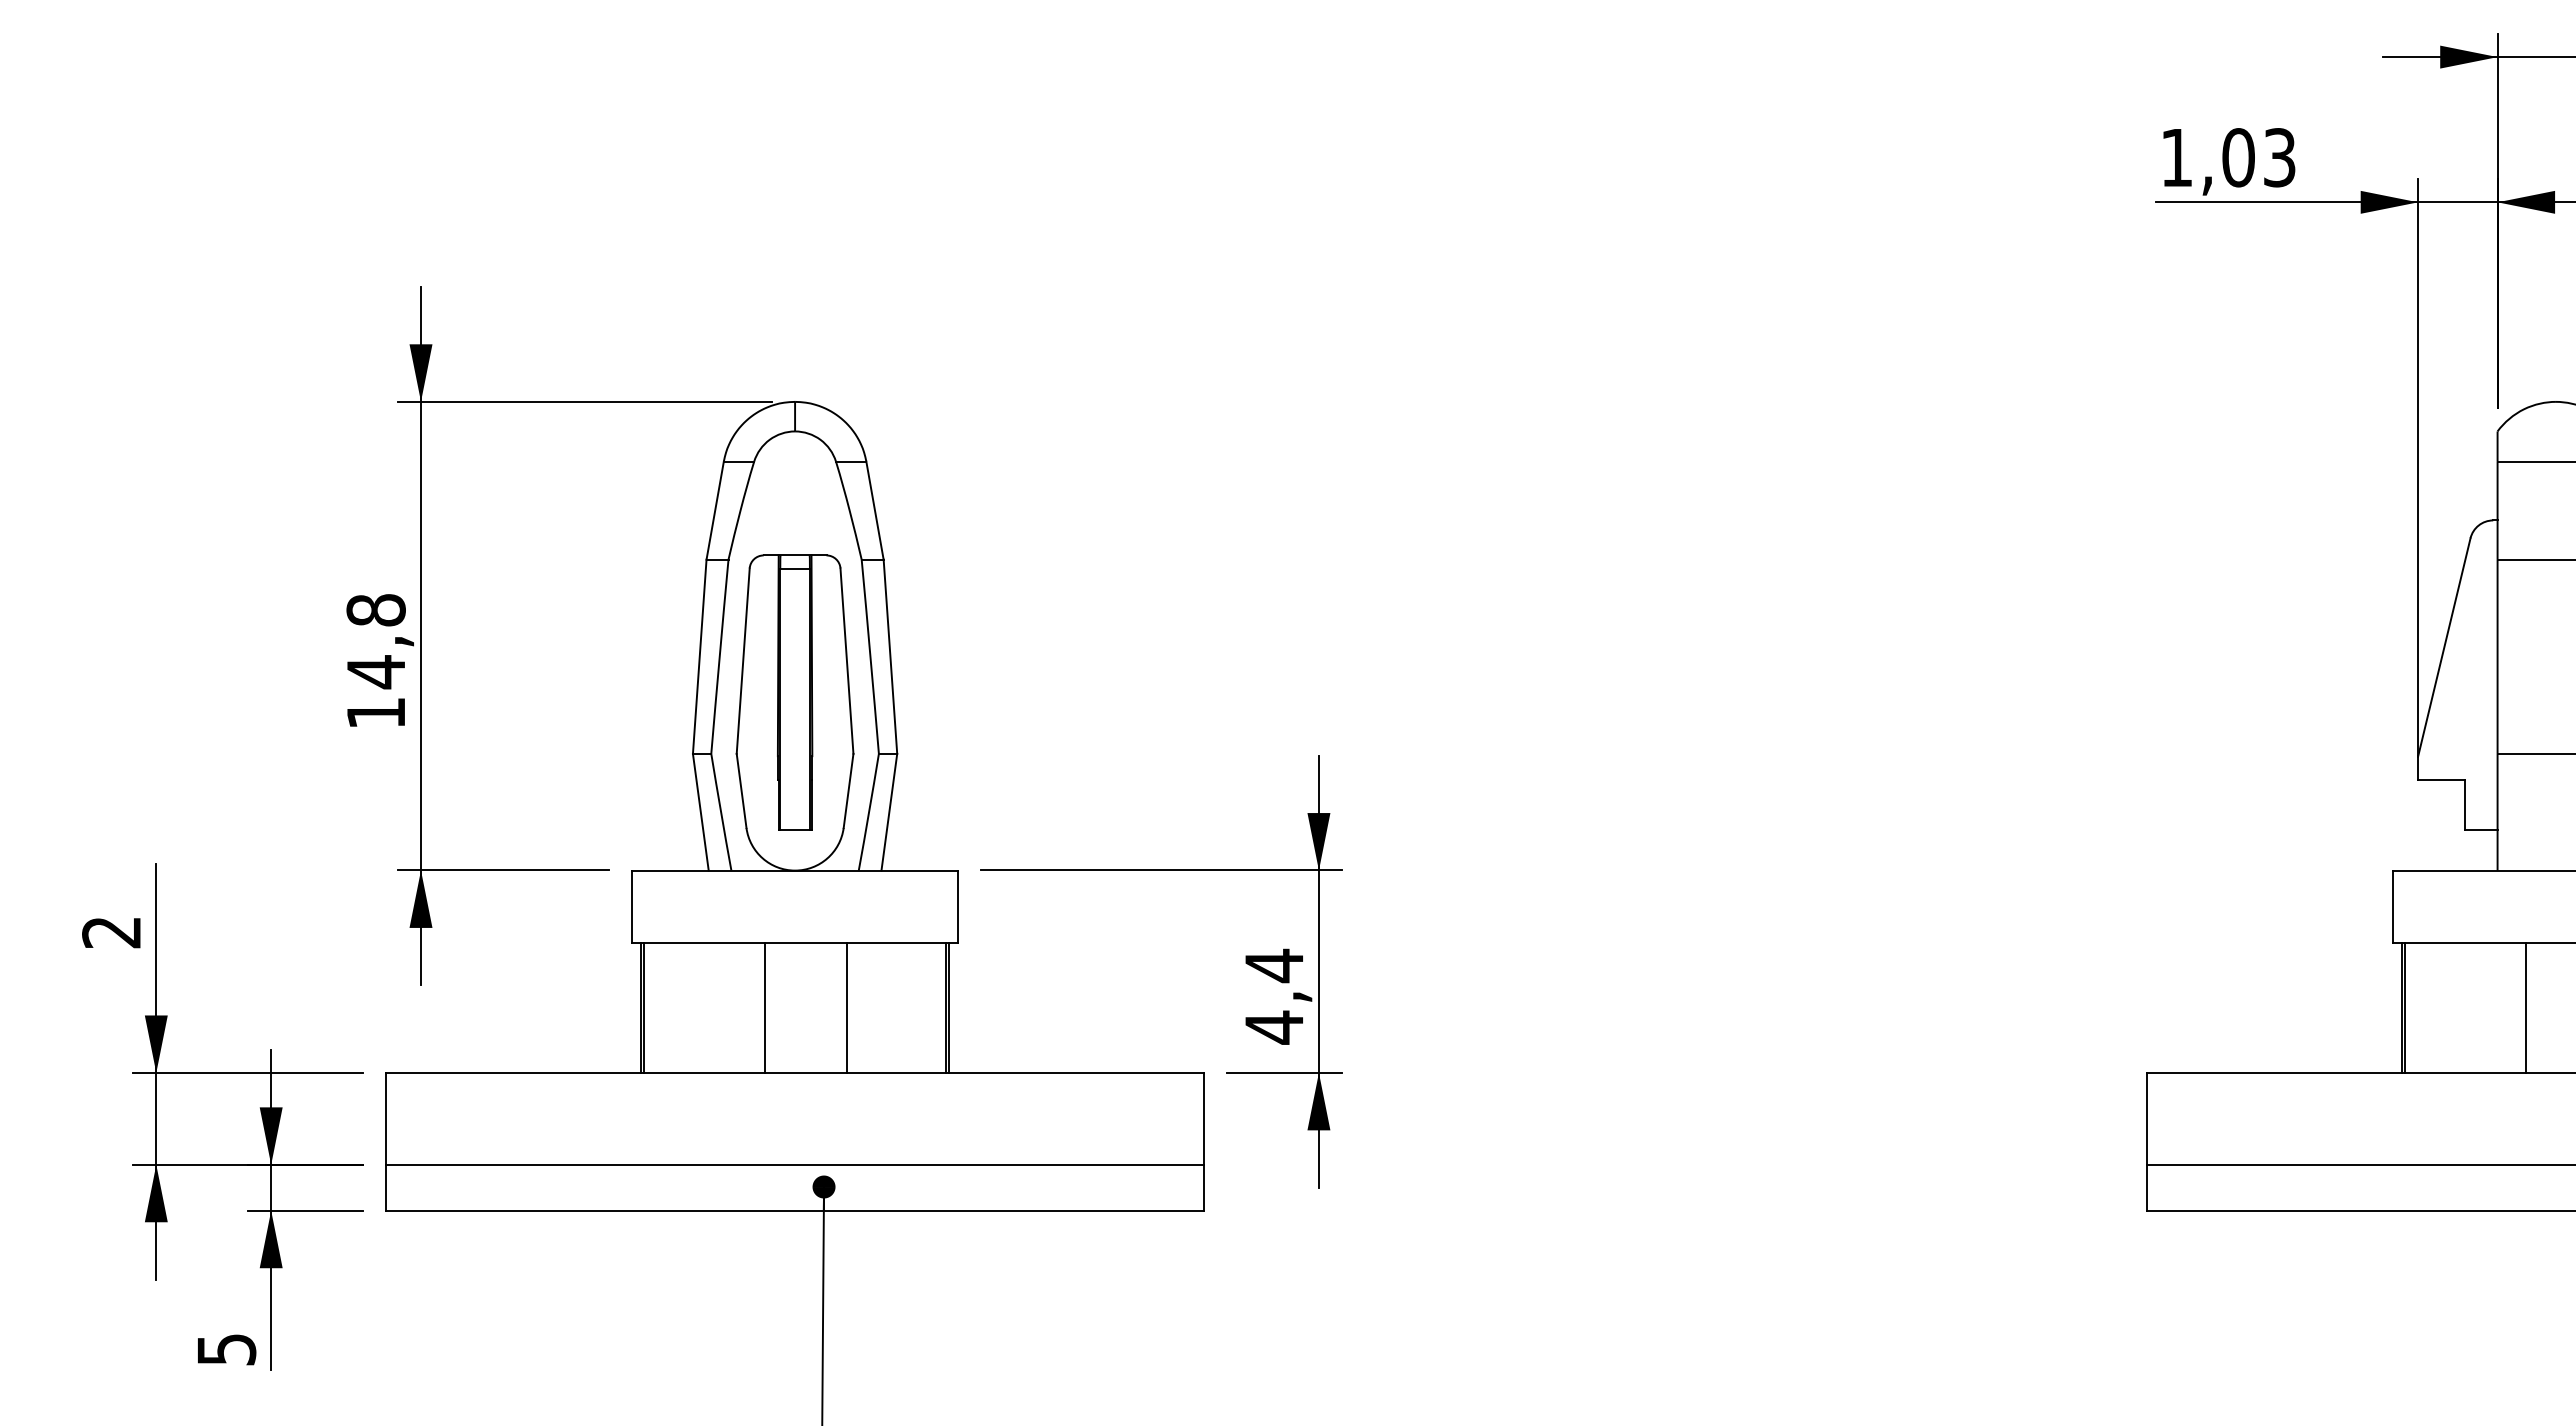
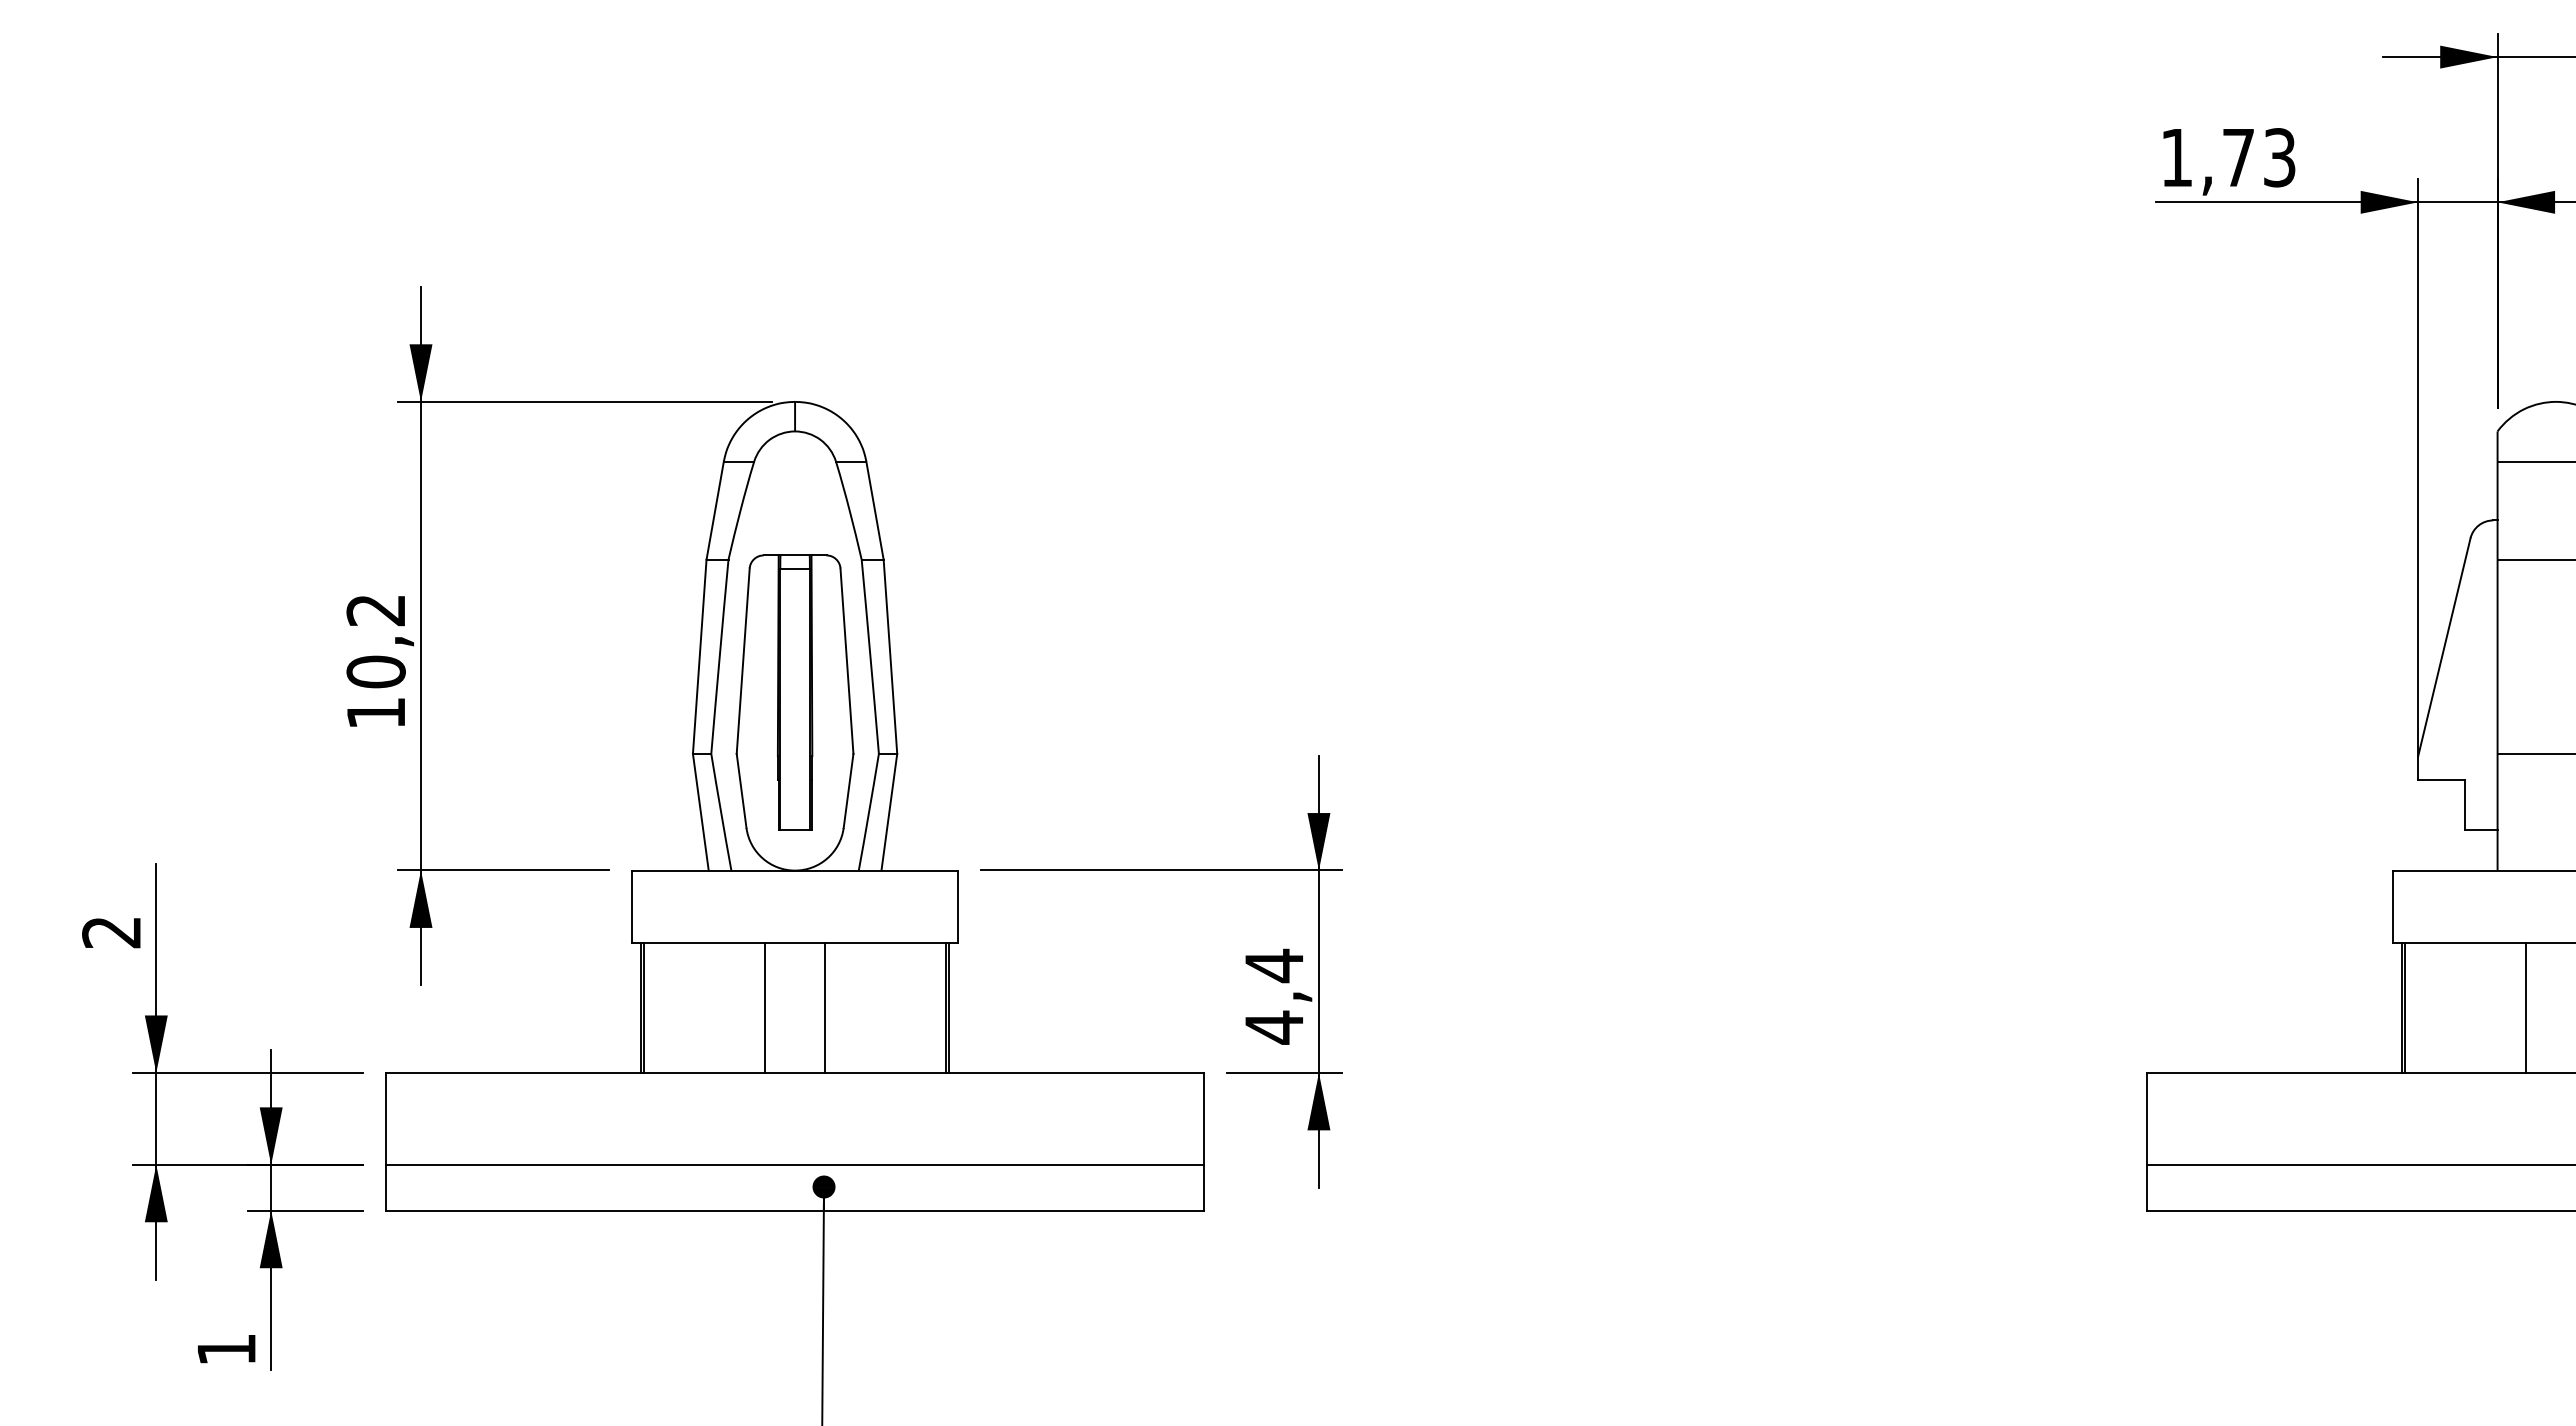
text at (2238, 157): 1,03 -> 1,73
text at (375, 641): 14,8 -> 10,2
line at (846, 1007) position: (846, 1007) -> (824, 1007)
text at (227, 1349): 5 -> 1
